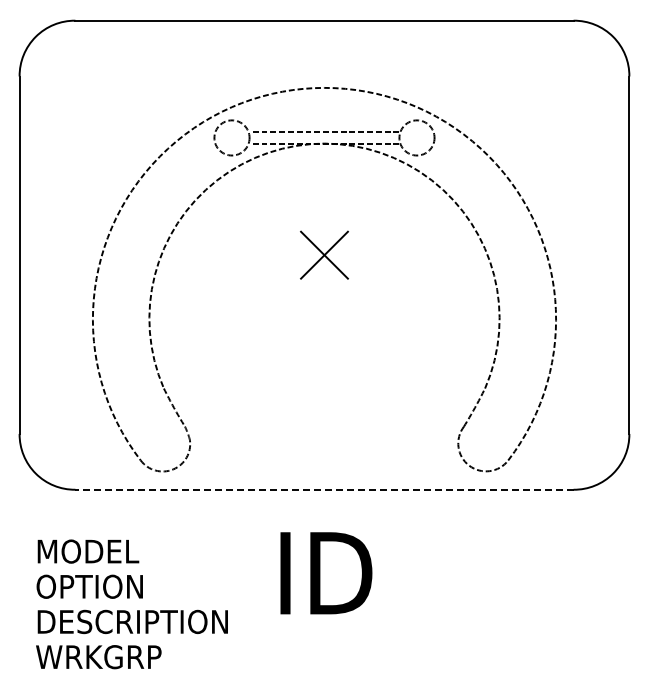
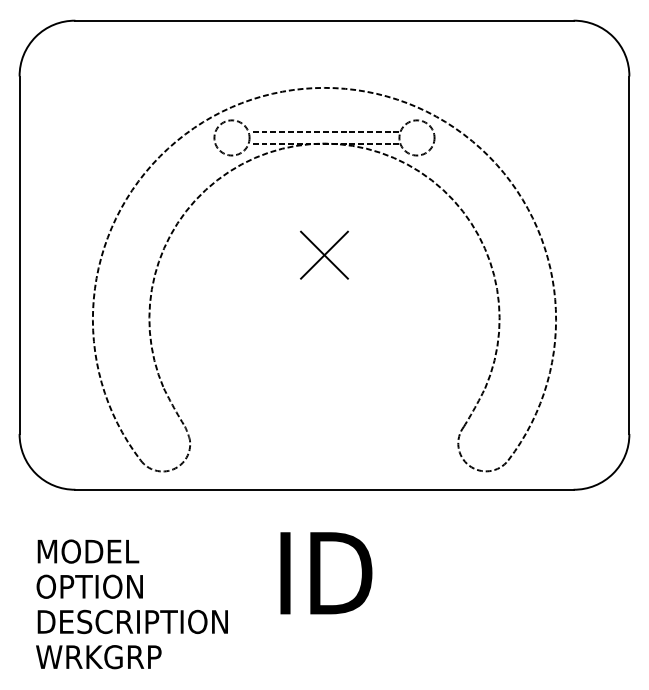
line at (324, 489): dashed -> solid
